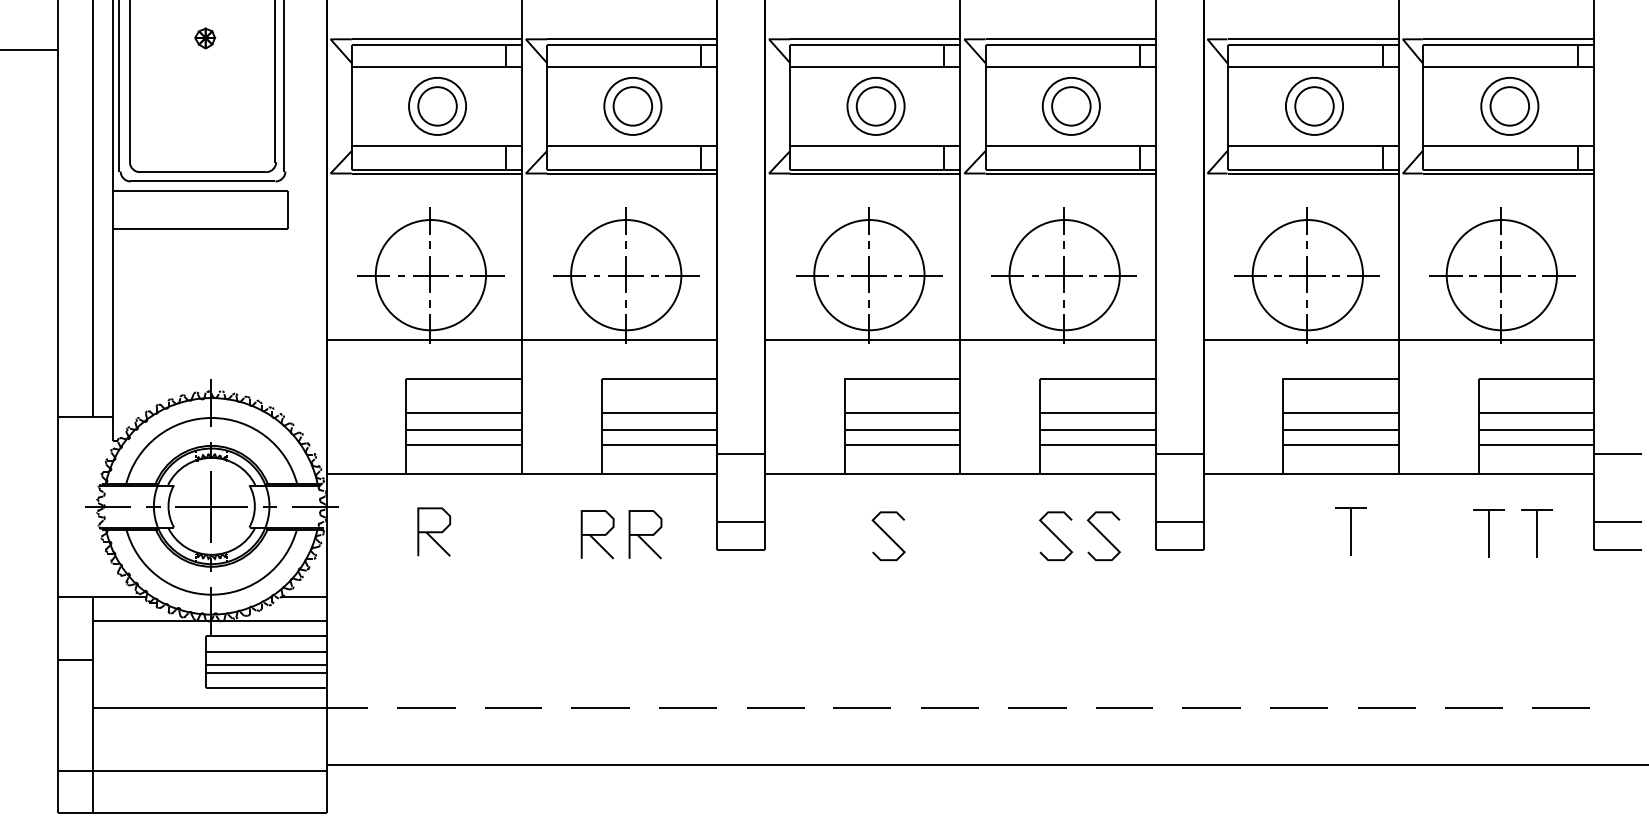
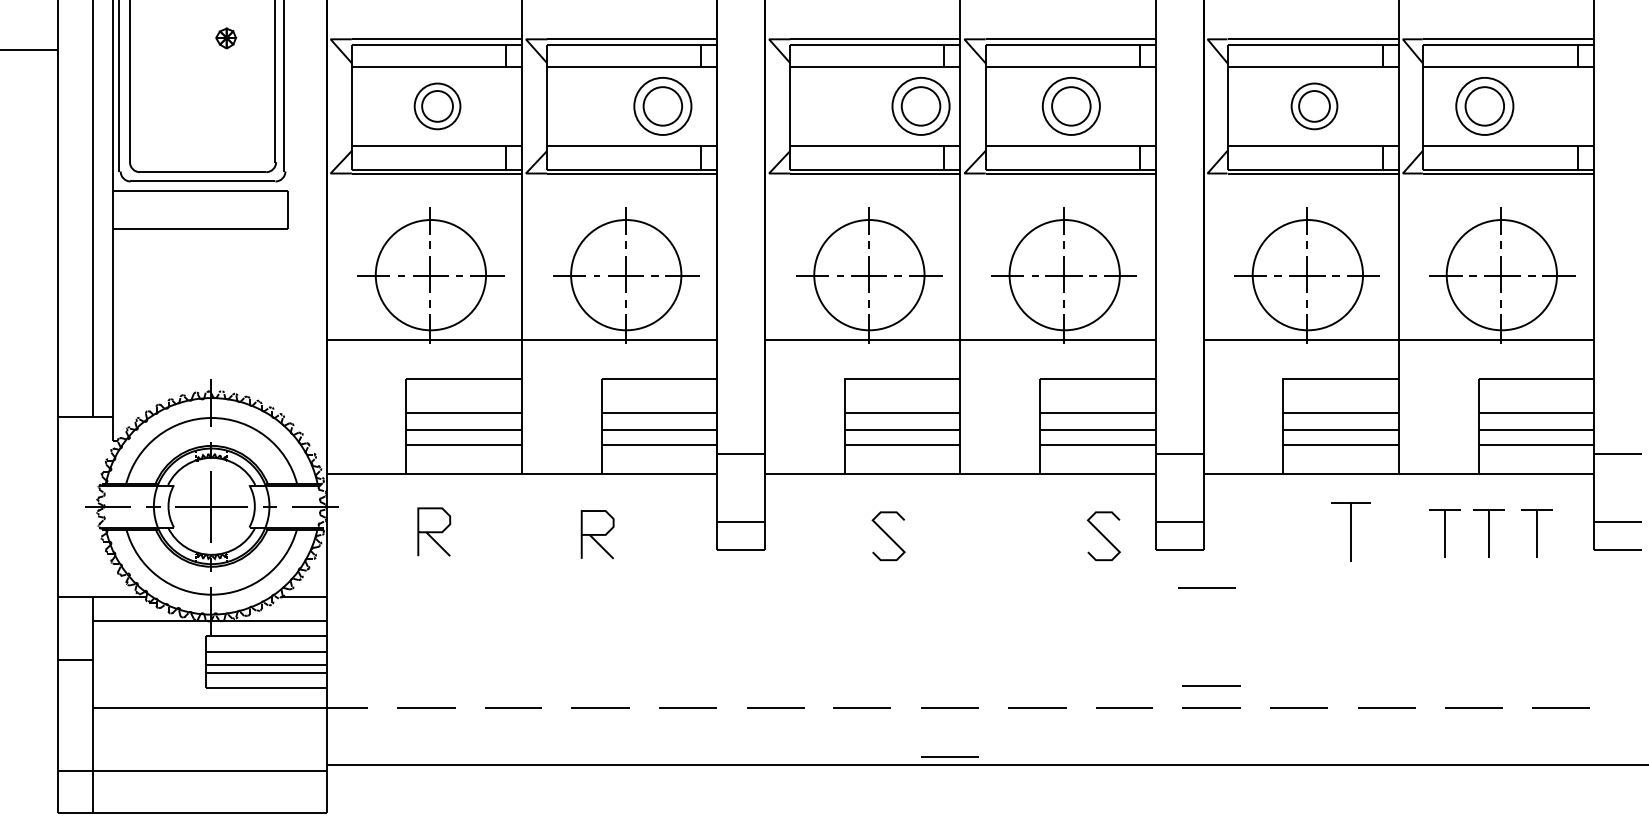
part at (205, 38) position: (205, 38) -> (226, 38)
part at (437, 106) size: 59x59 px -> 49x49 px
part at (632, 106) position: (632, 106) -> (662, 106)
part at (875, 106) position: (875, 106) -> (920, 106)
part at (1314, 106) size: 59x59 px -> 49x49 px
part at (1509, 106) position: (1509, 106) -> (1484, 106)
part at (1350, 531) size: 32x49 px -> 40x60 px
part at (1444, 533): none -> present
part at (645, 534): present -> none
curve at (1056, 536): present -> none
line at (1206, 587): none -> present
line at (1211, 685): none -> present
line at (949, 756): none -> present
